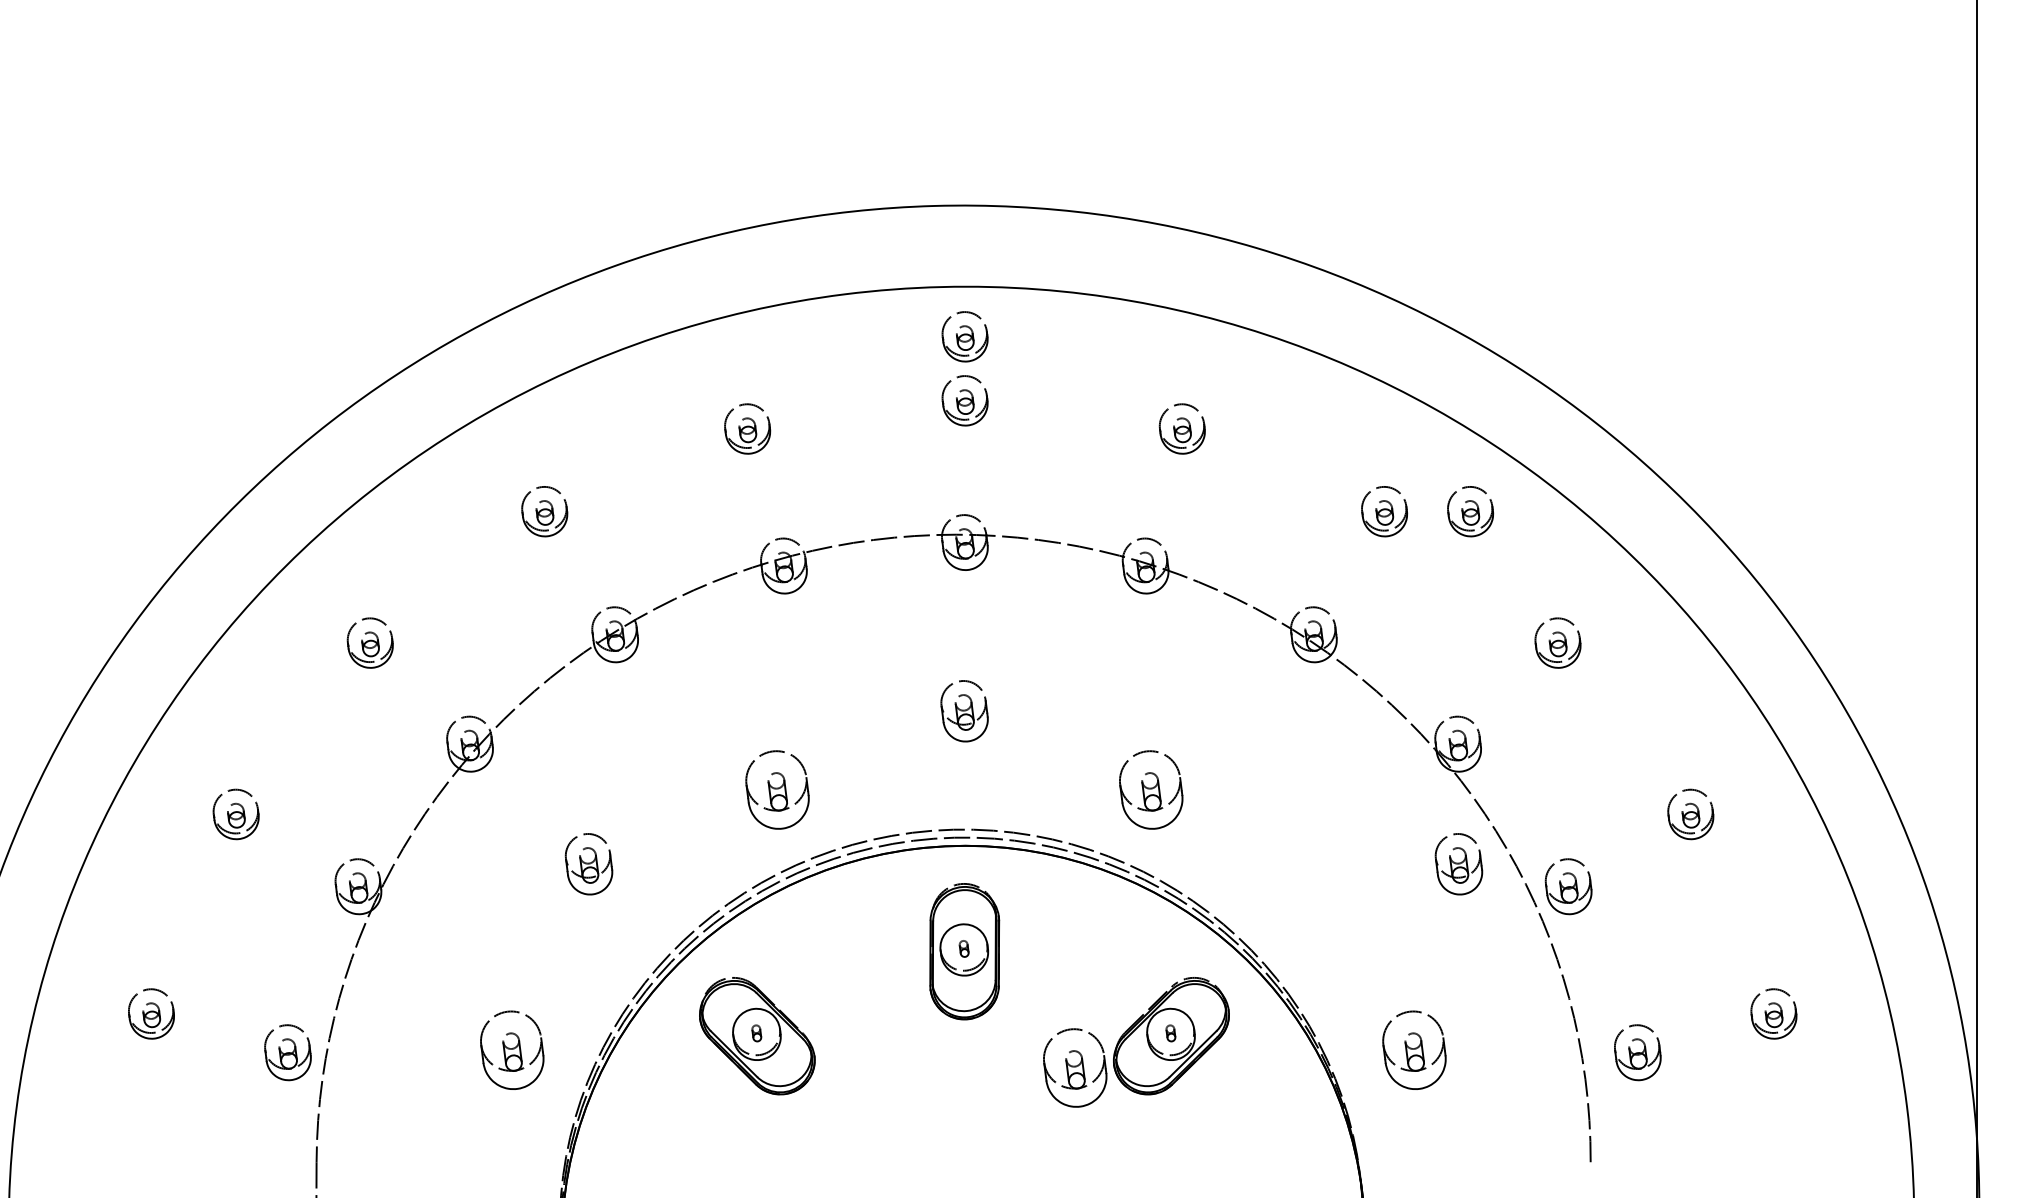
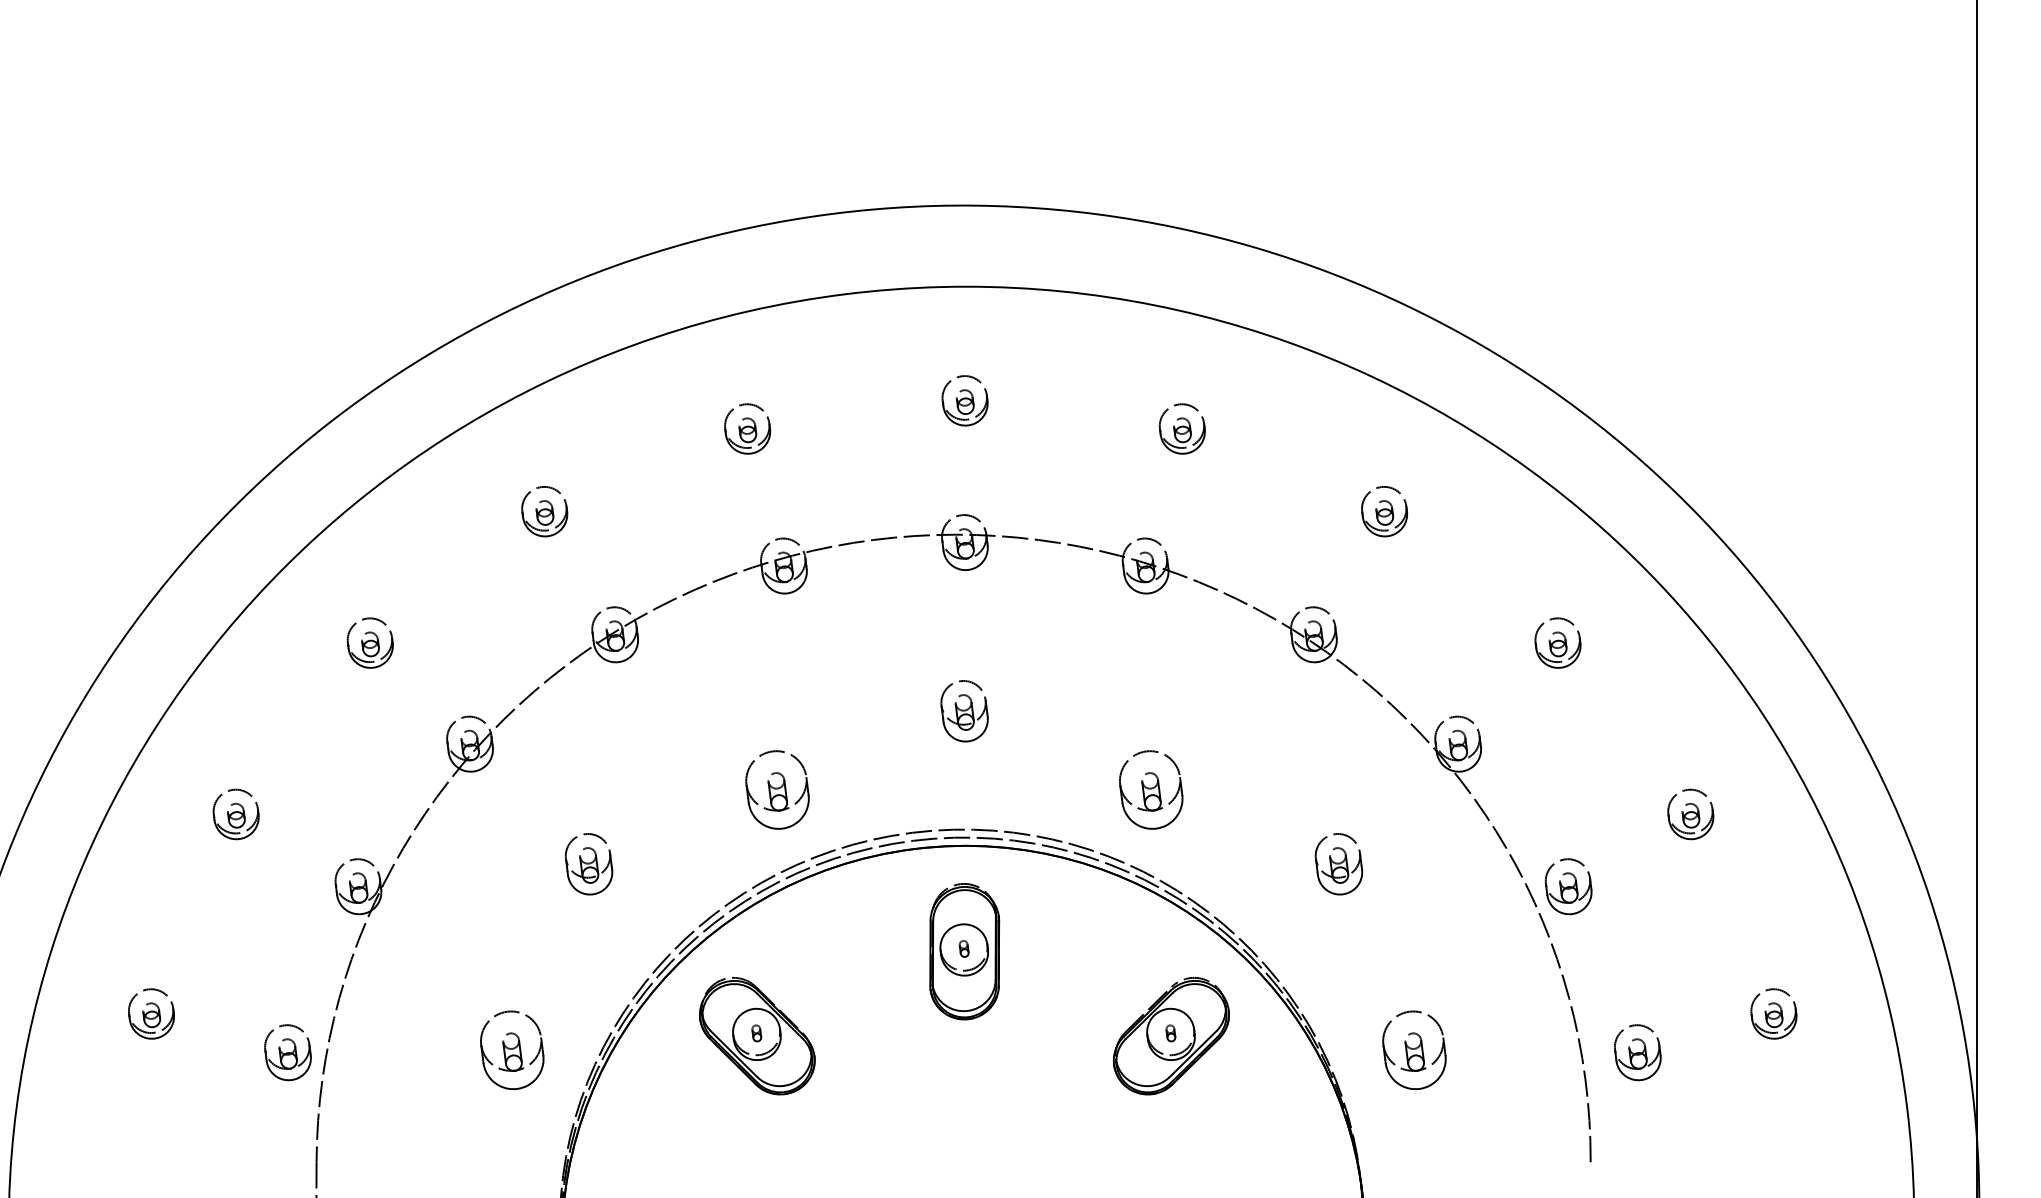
part at (964, 336): present -> none
part at (1470, 511): present -> none
part at (1458, 864) position: (1458, 864) -> (1338, 864)
part at (1075, 1067): present -> none
